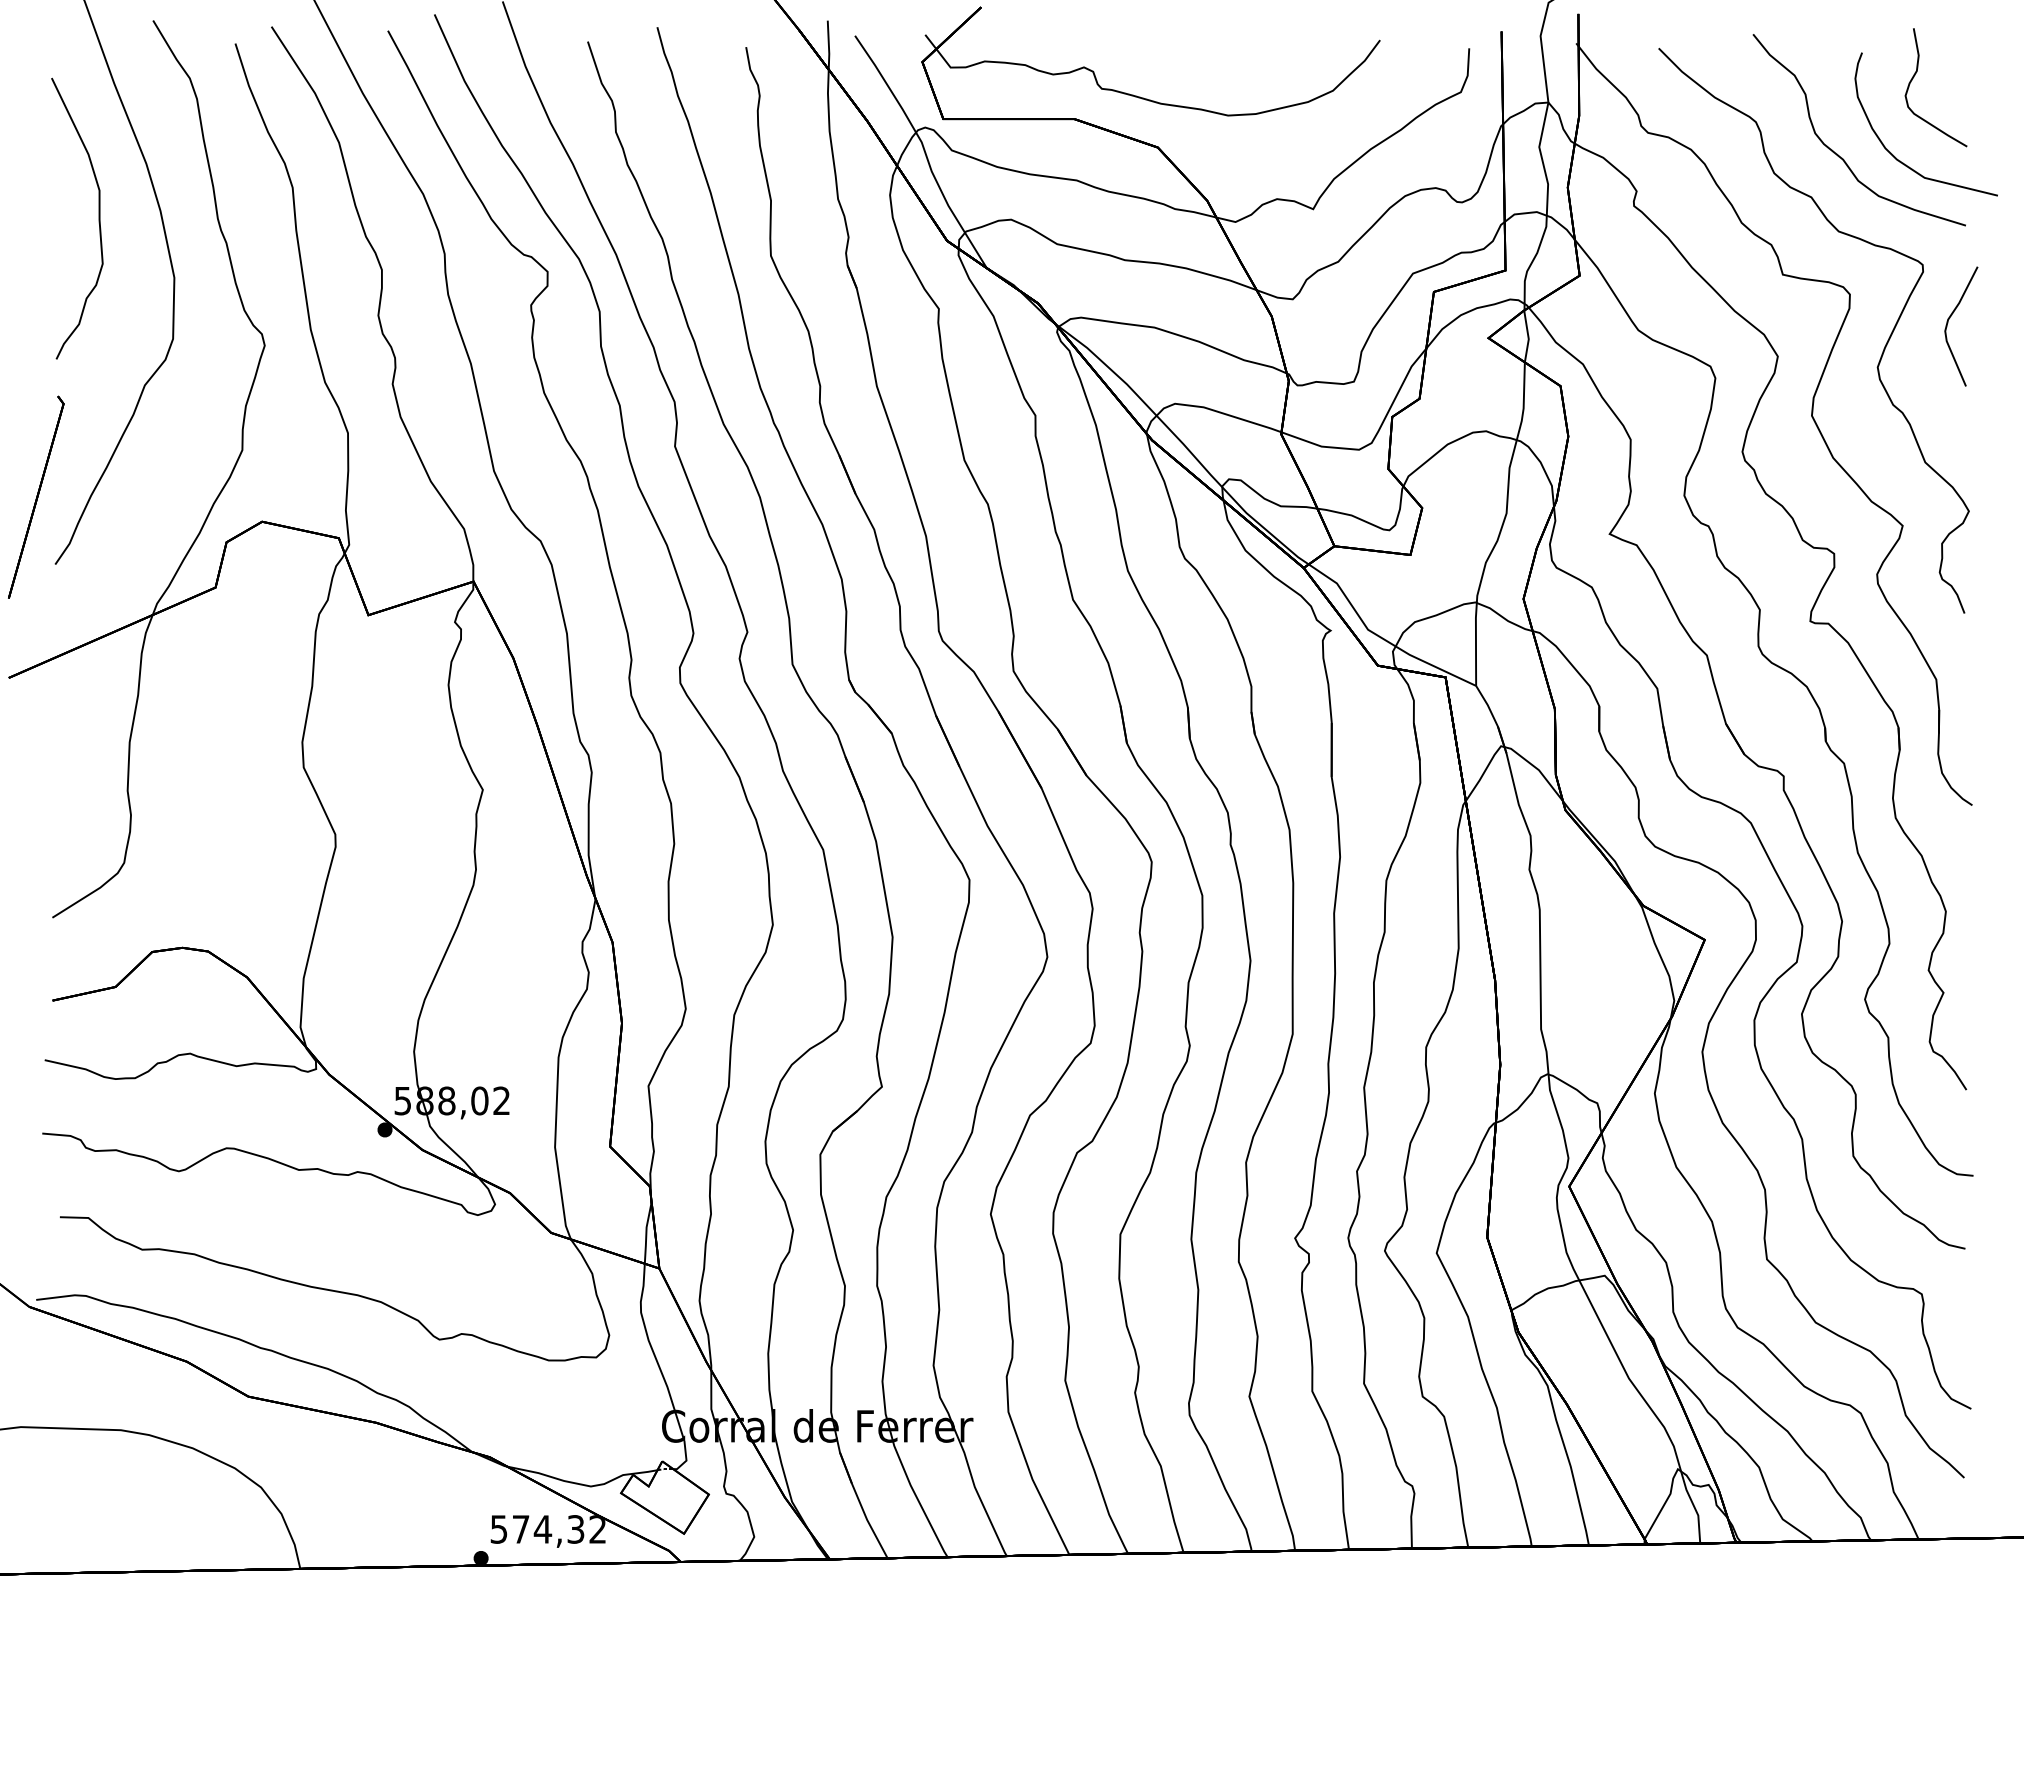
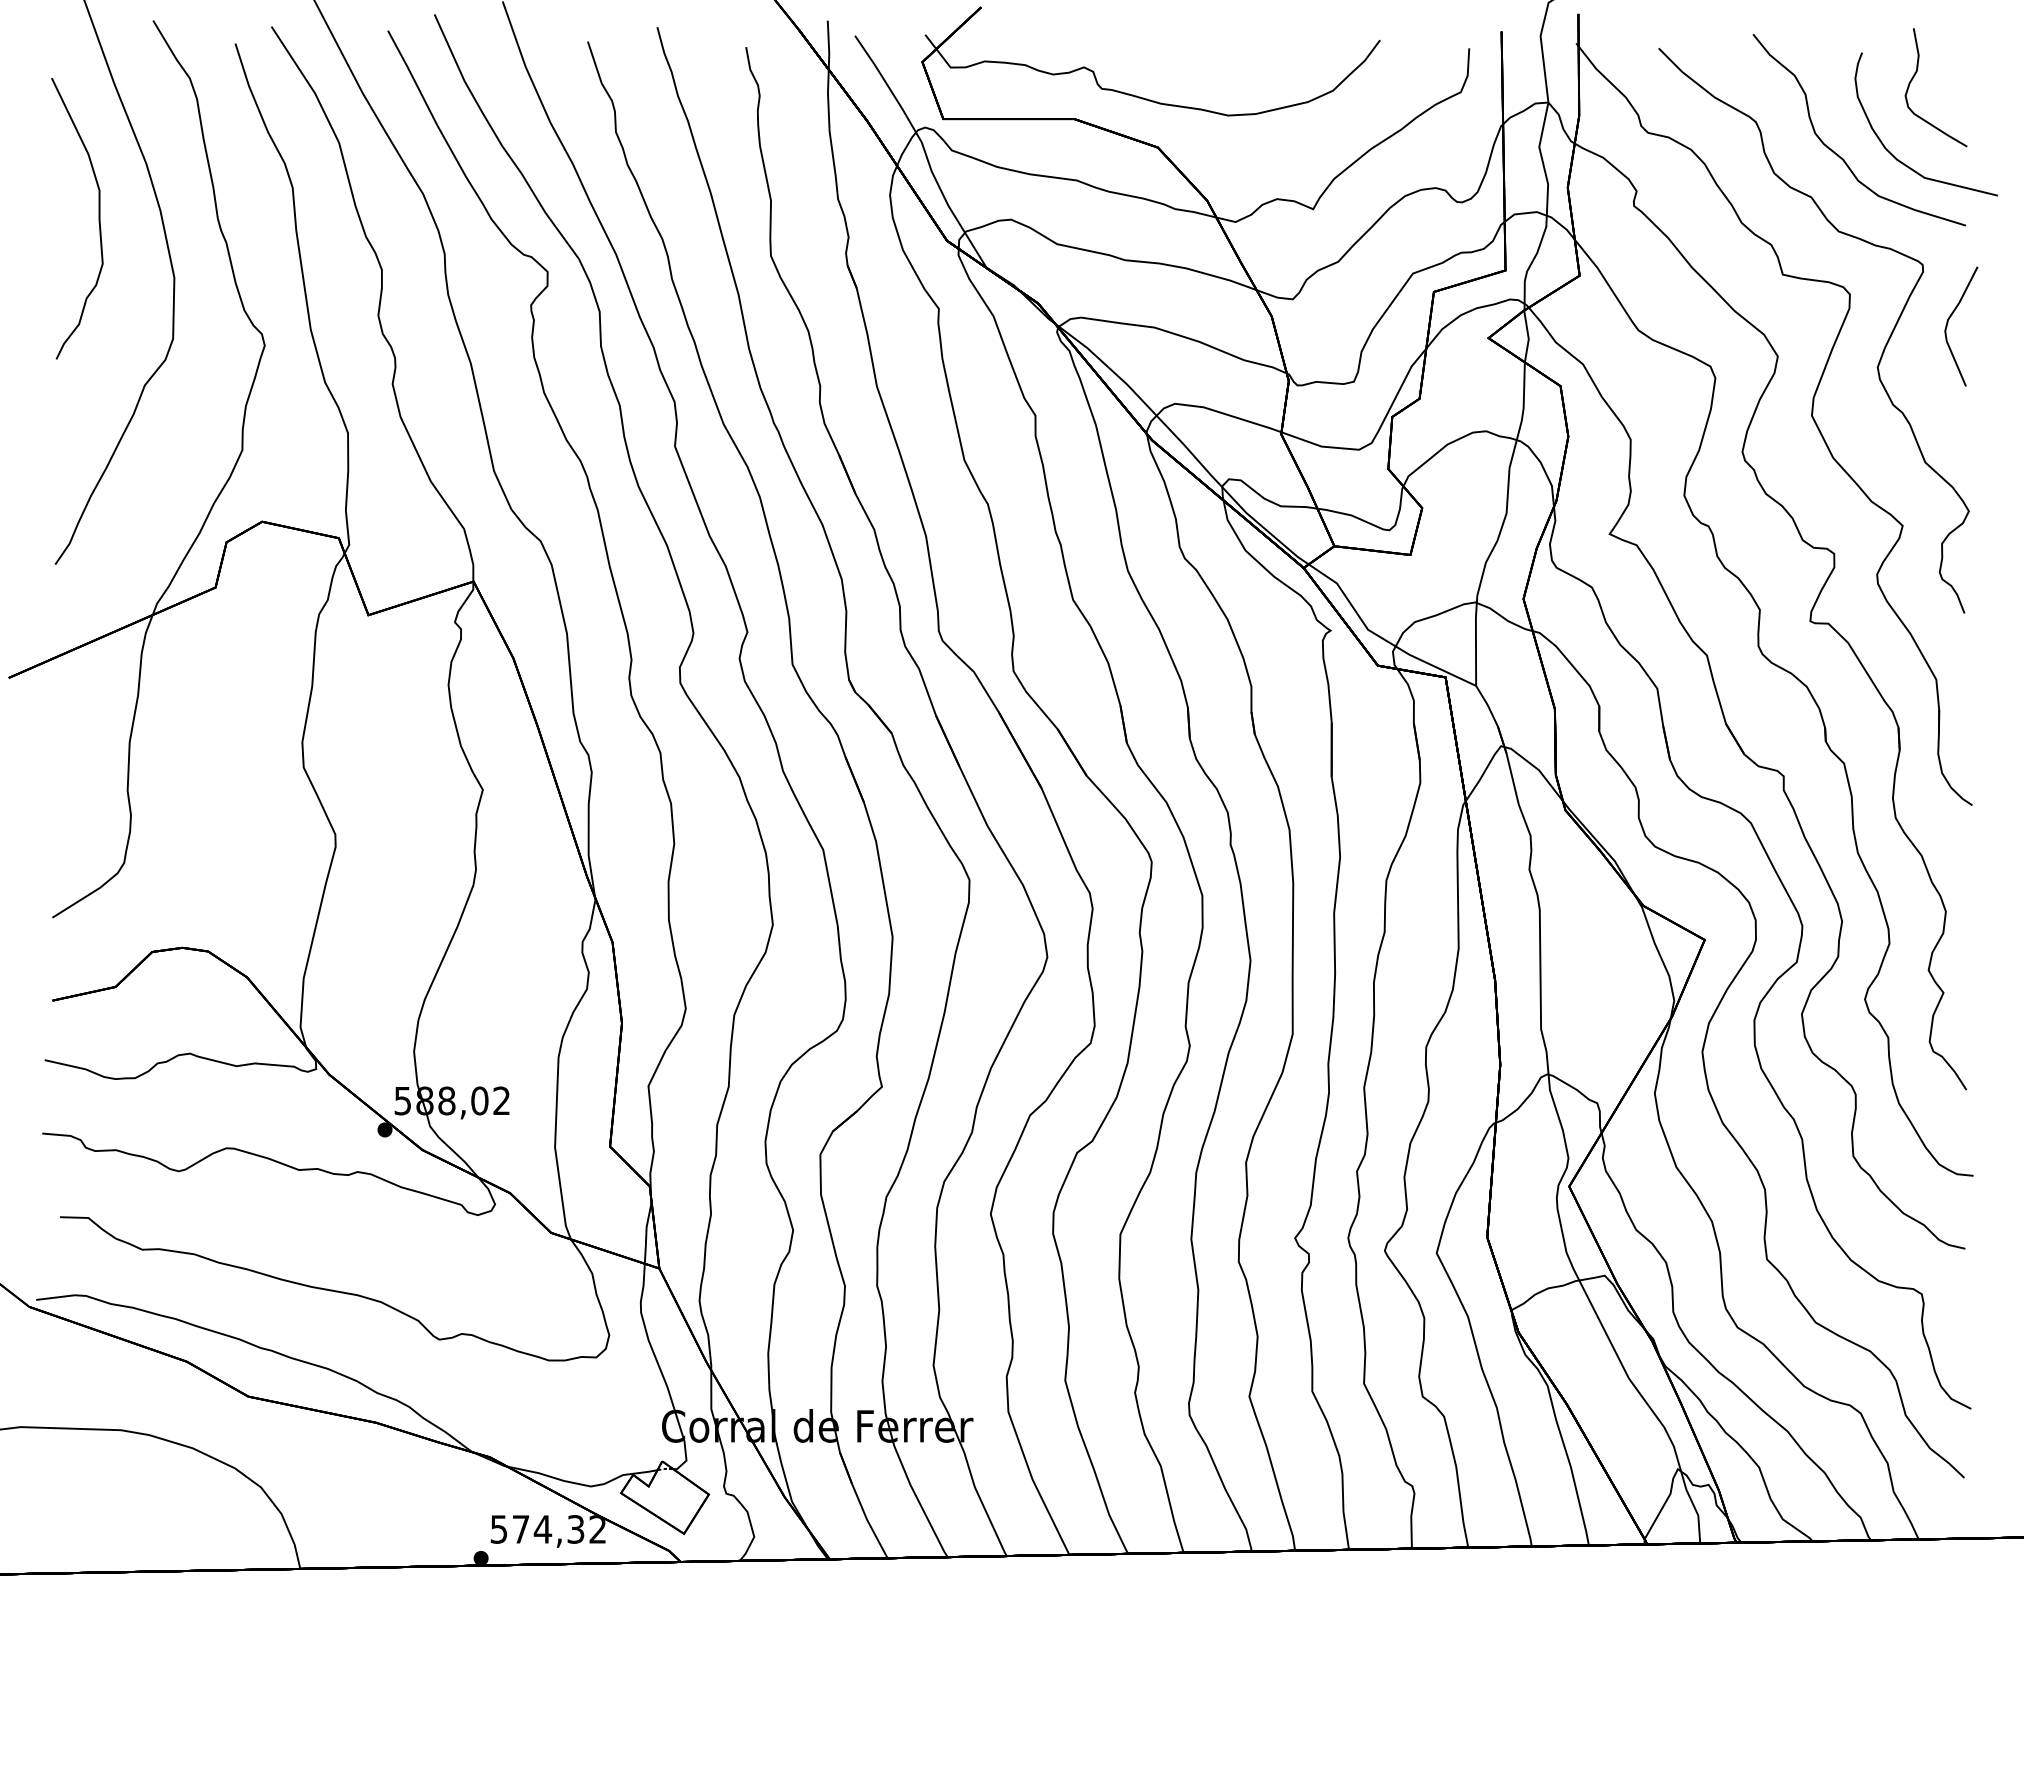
part at (36, 496): present -> none
